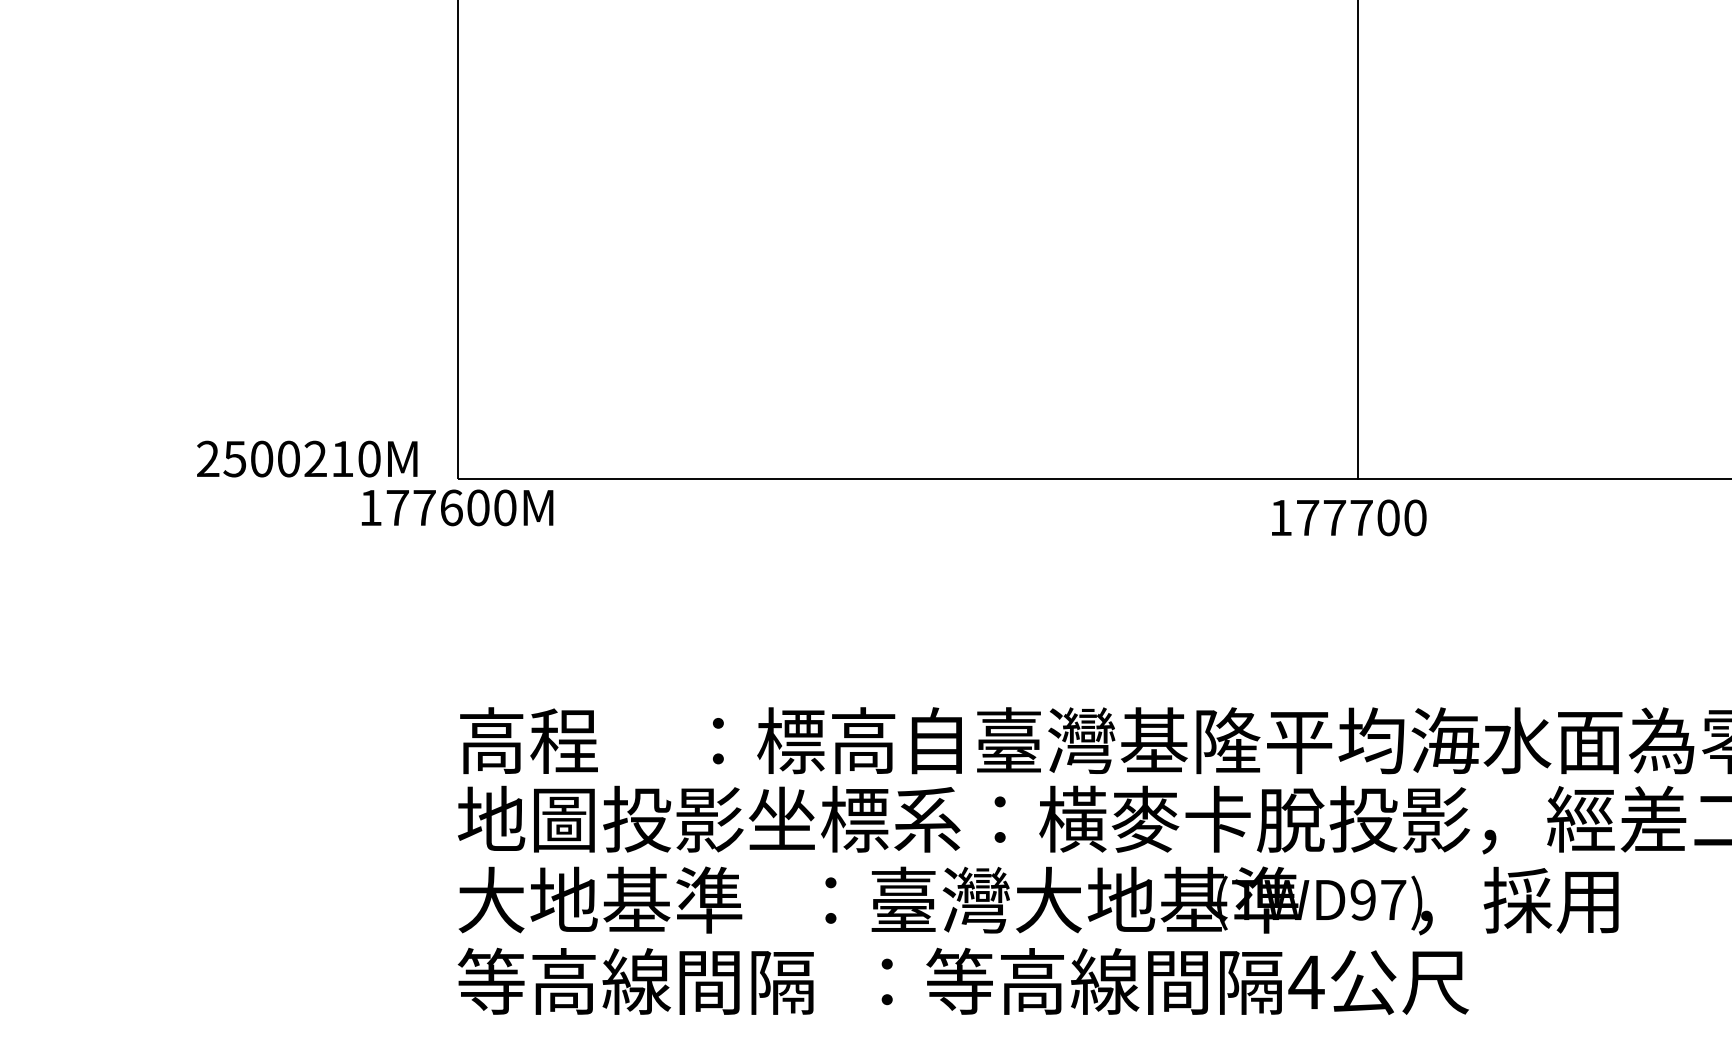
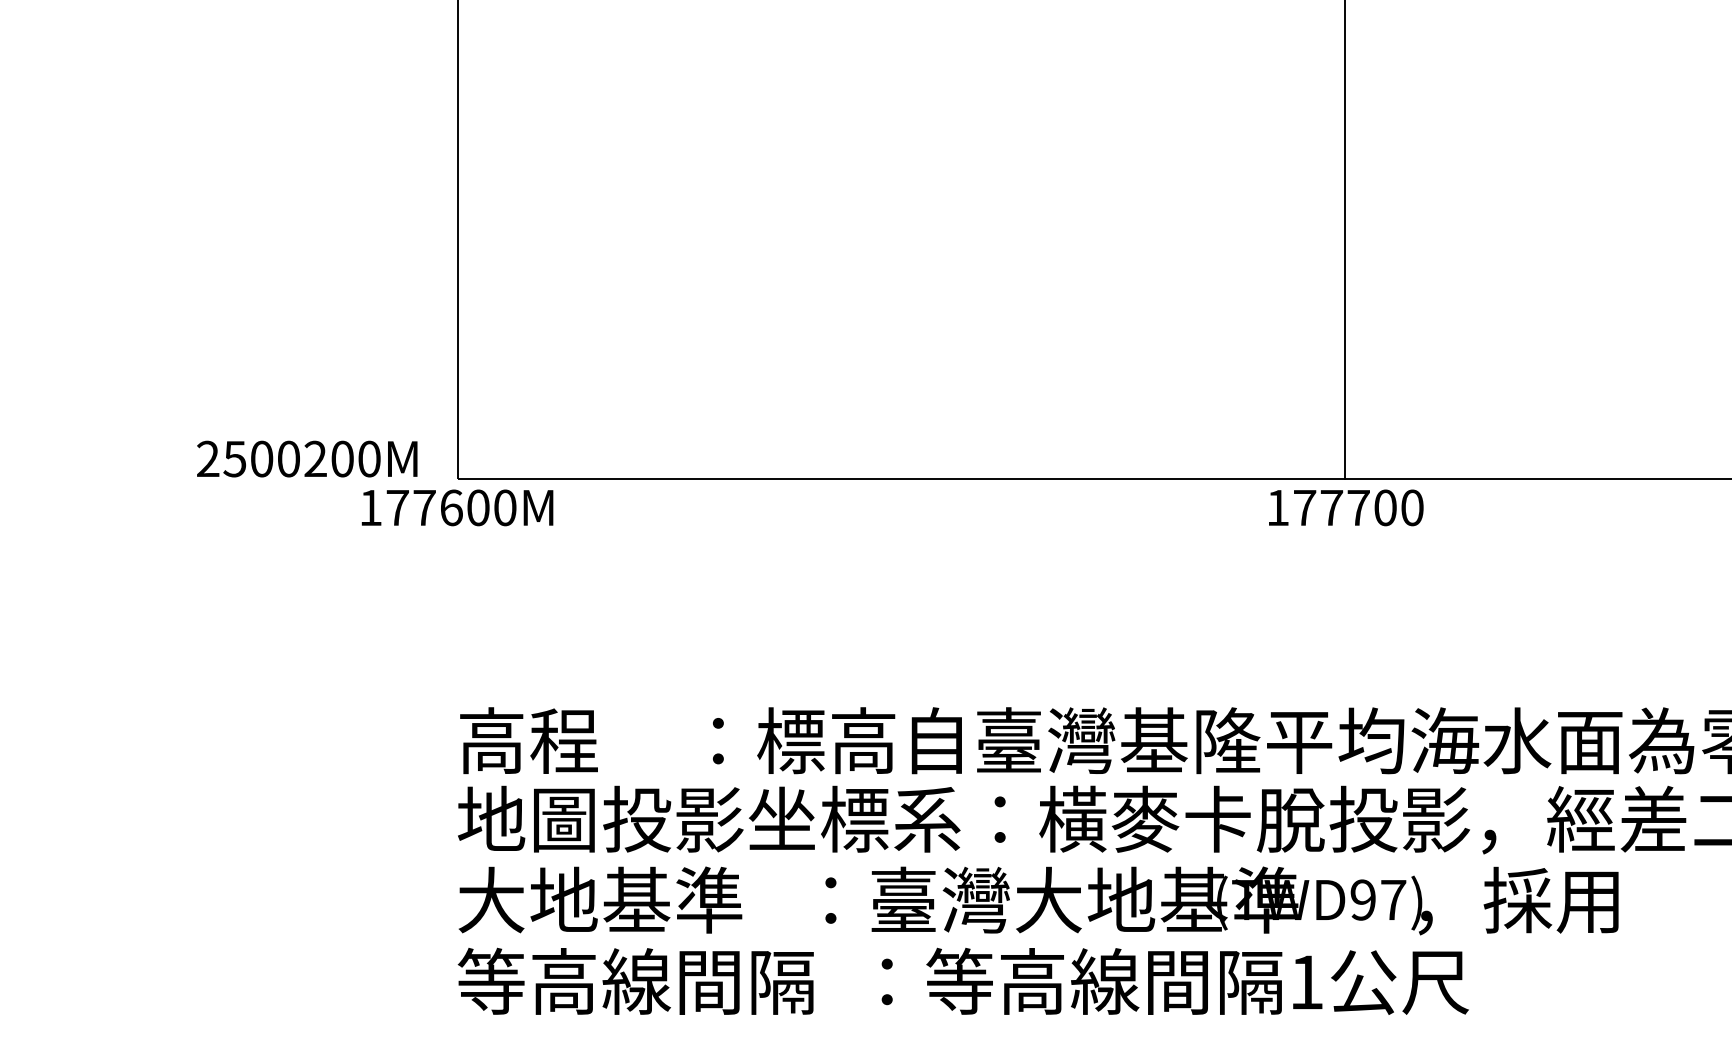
line at (1358, 240) position: (1358, 240) -> (1345, 240)
text at (342, 458): 2500210M -> 2500200M
text at (1349, 517) position: (1349, 517) -> (1346, 507)
text at (1306, 982): 4 -> 1
